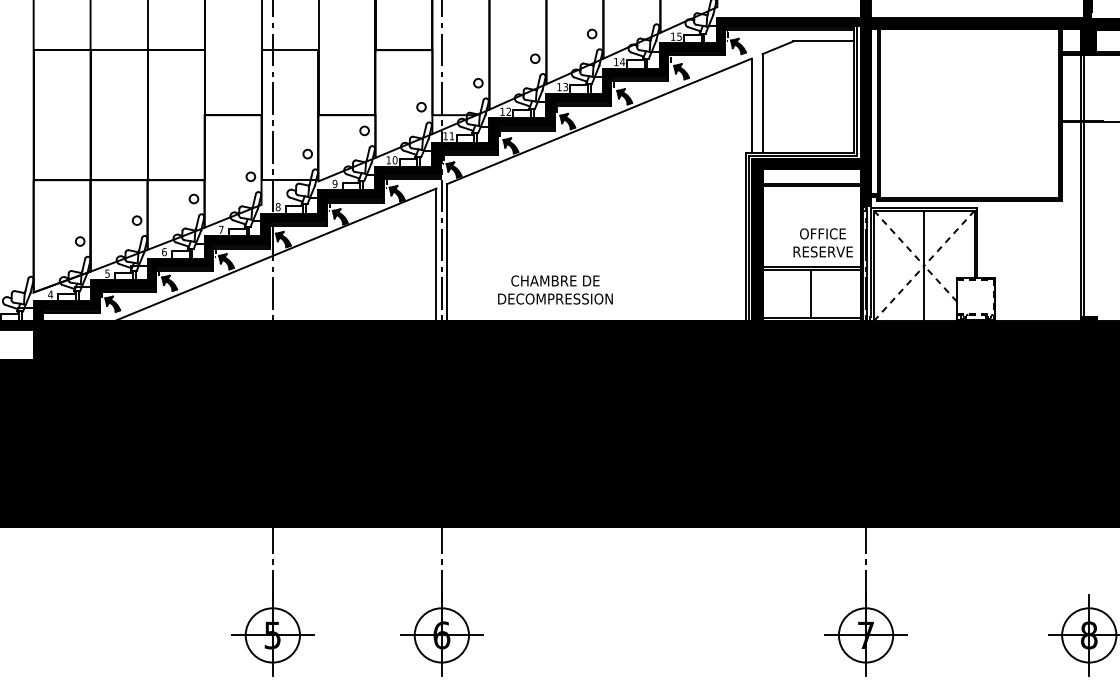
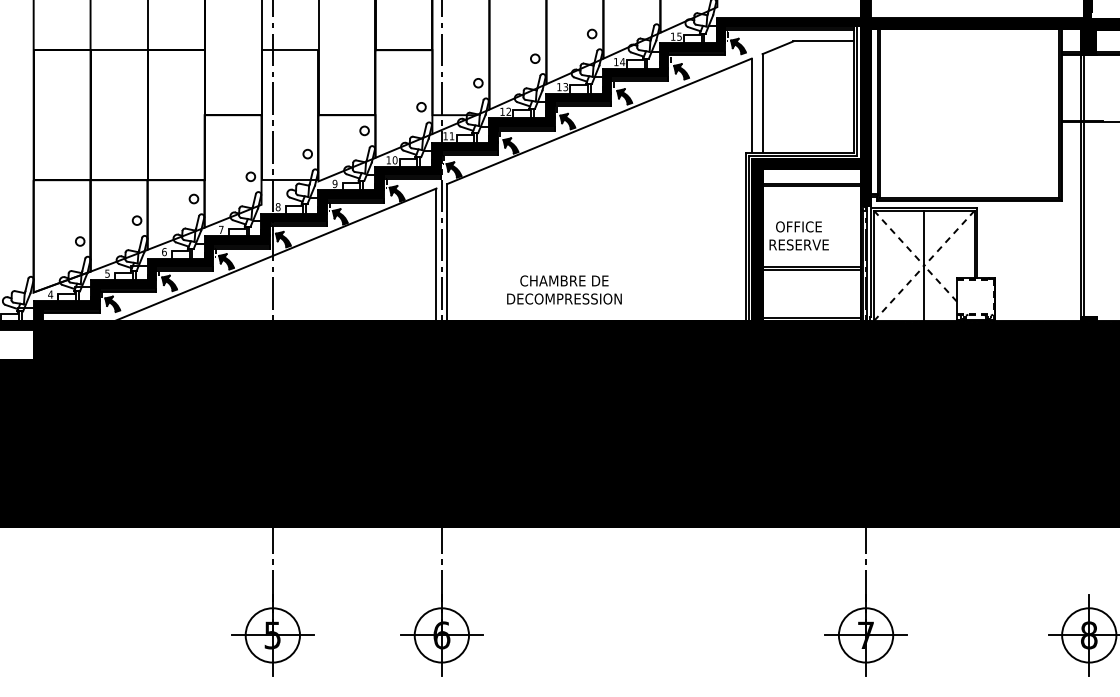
text at (822, 242) position: (822, 242) -> (798, 235)
text at (555, 289) position: (555, 289) -> (564, 289)
line at (811, 293): present -> none
